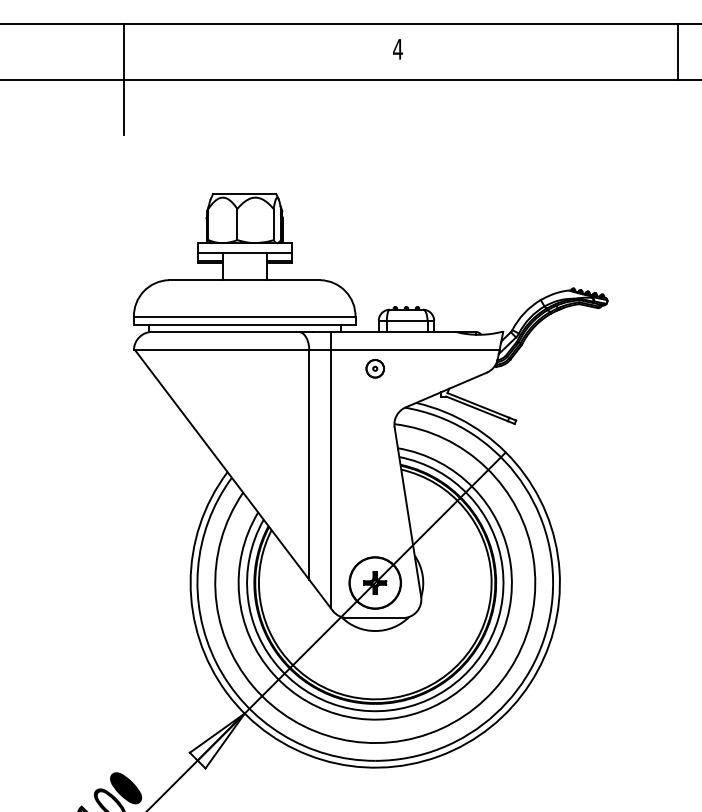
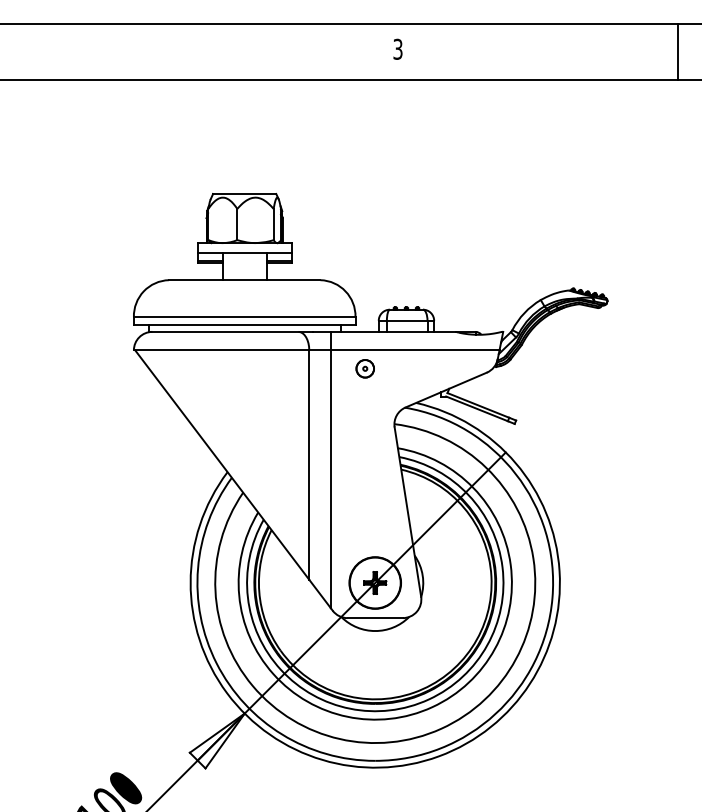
text at (397, 48): 4 -> 3
line at (124, 79): present -> none
part at (374, 368) position: (374, 368) -> (364, 368)
